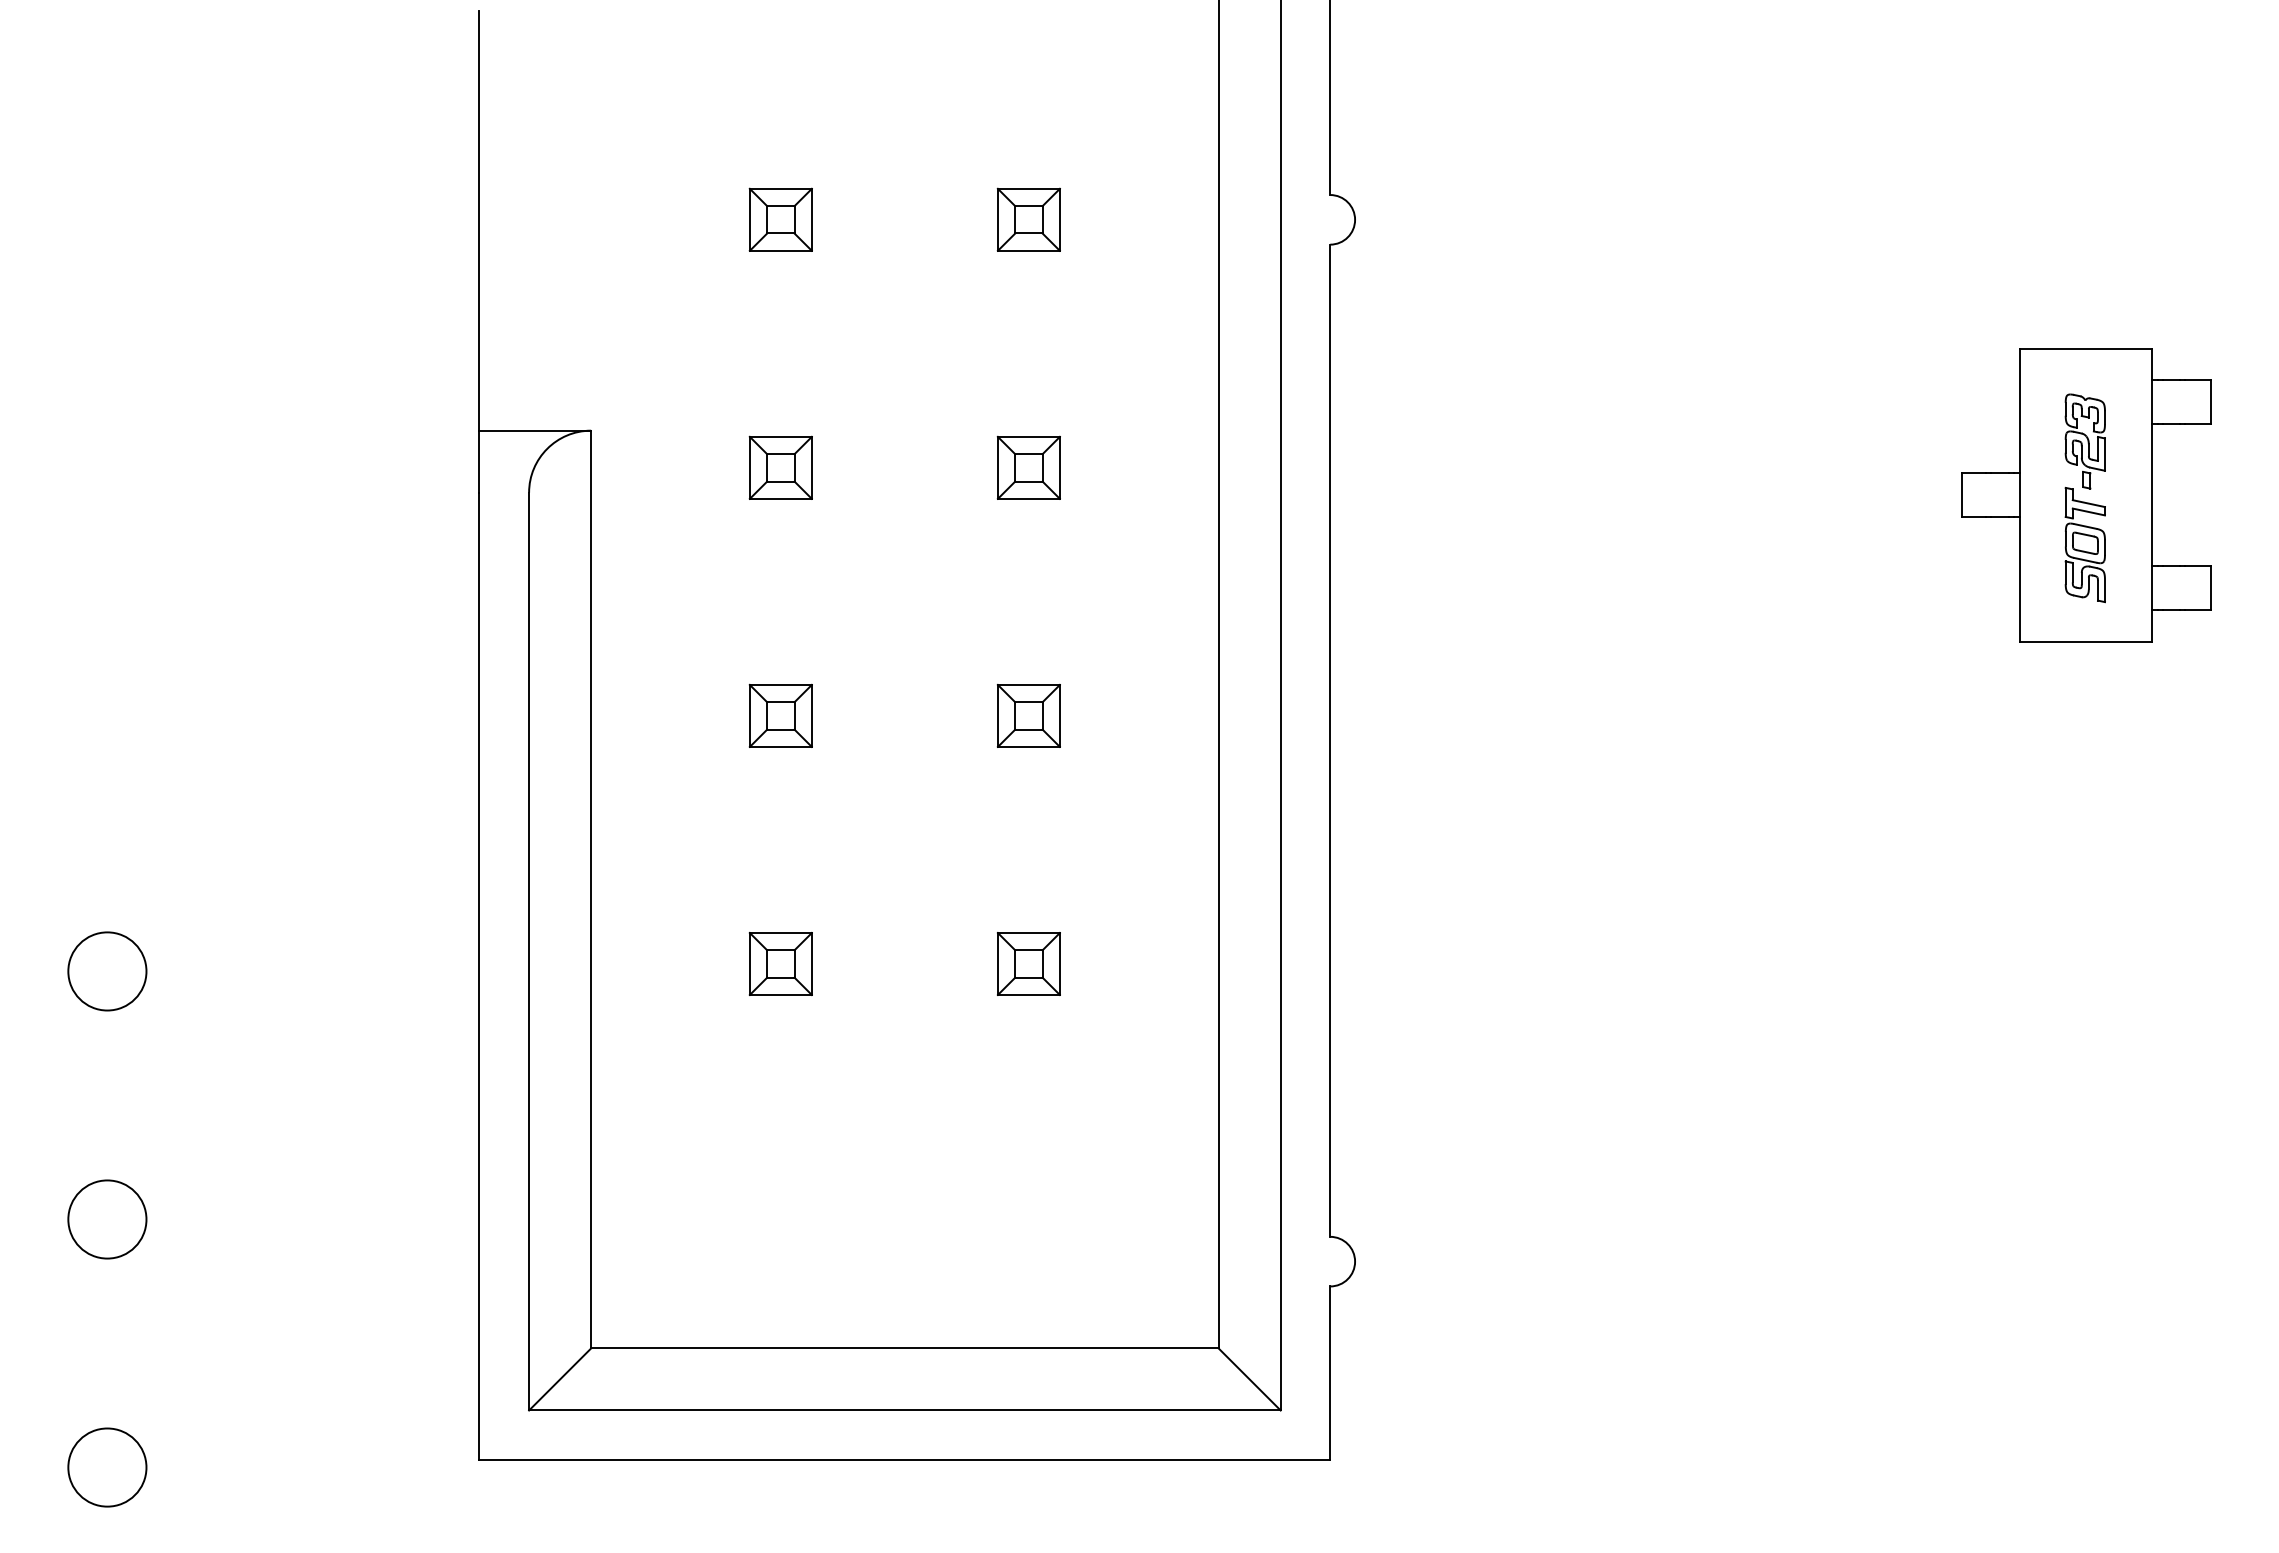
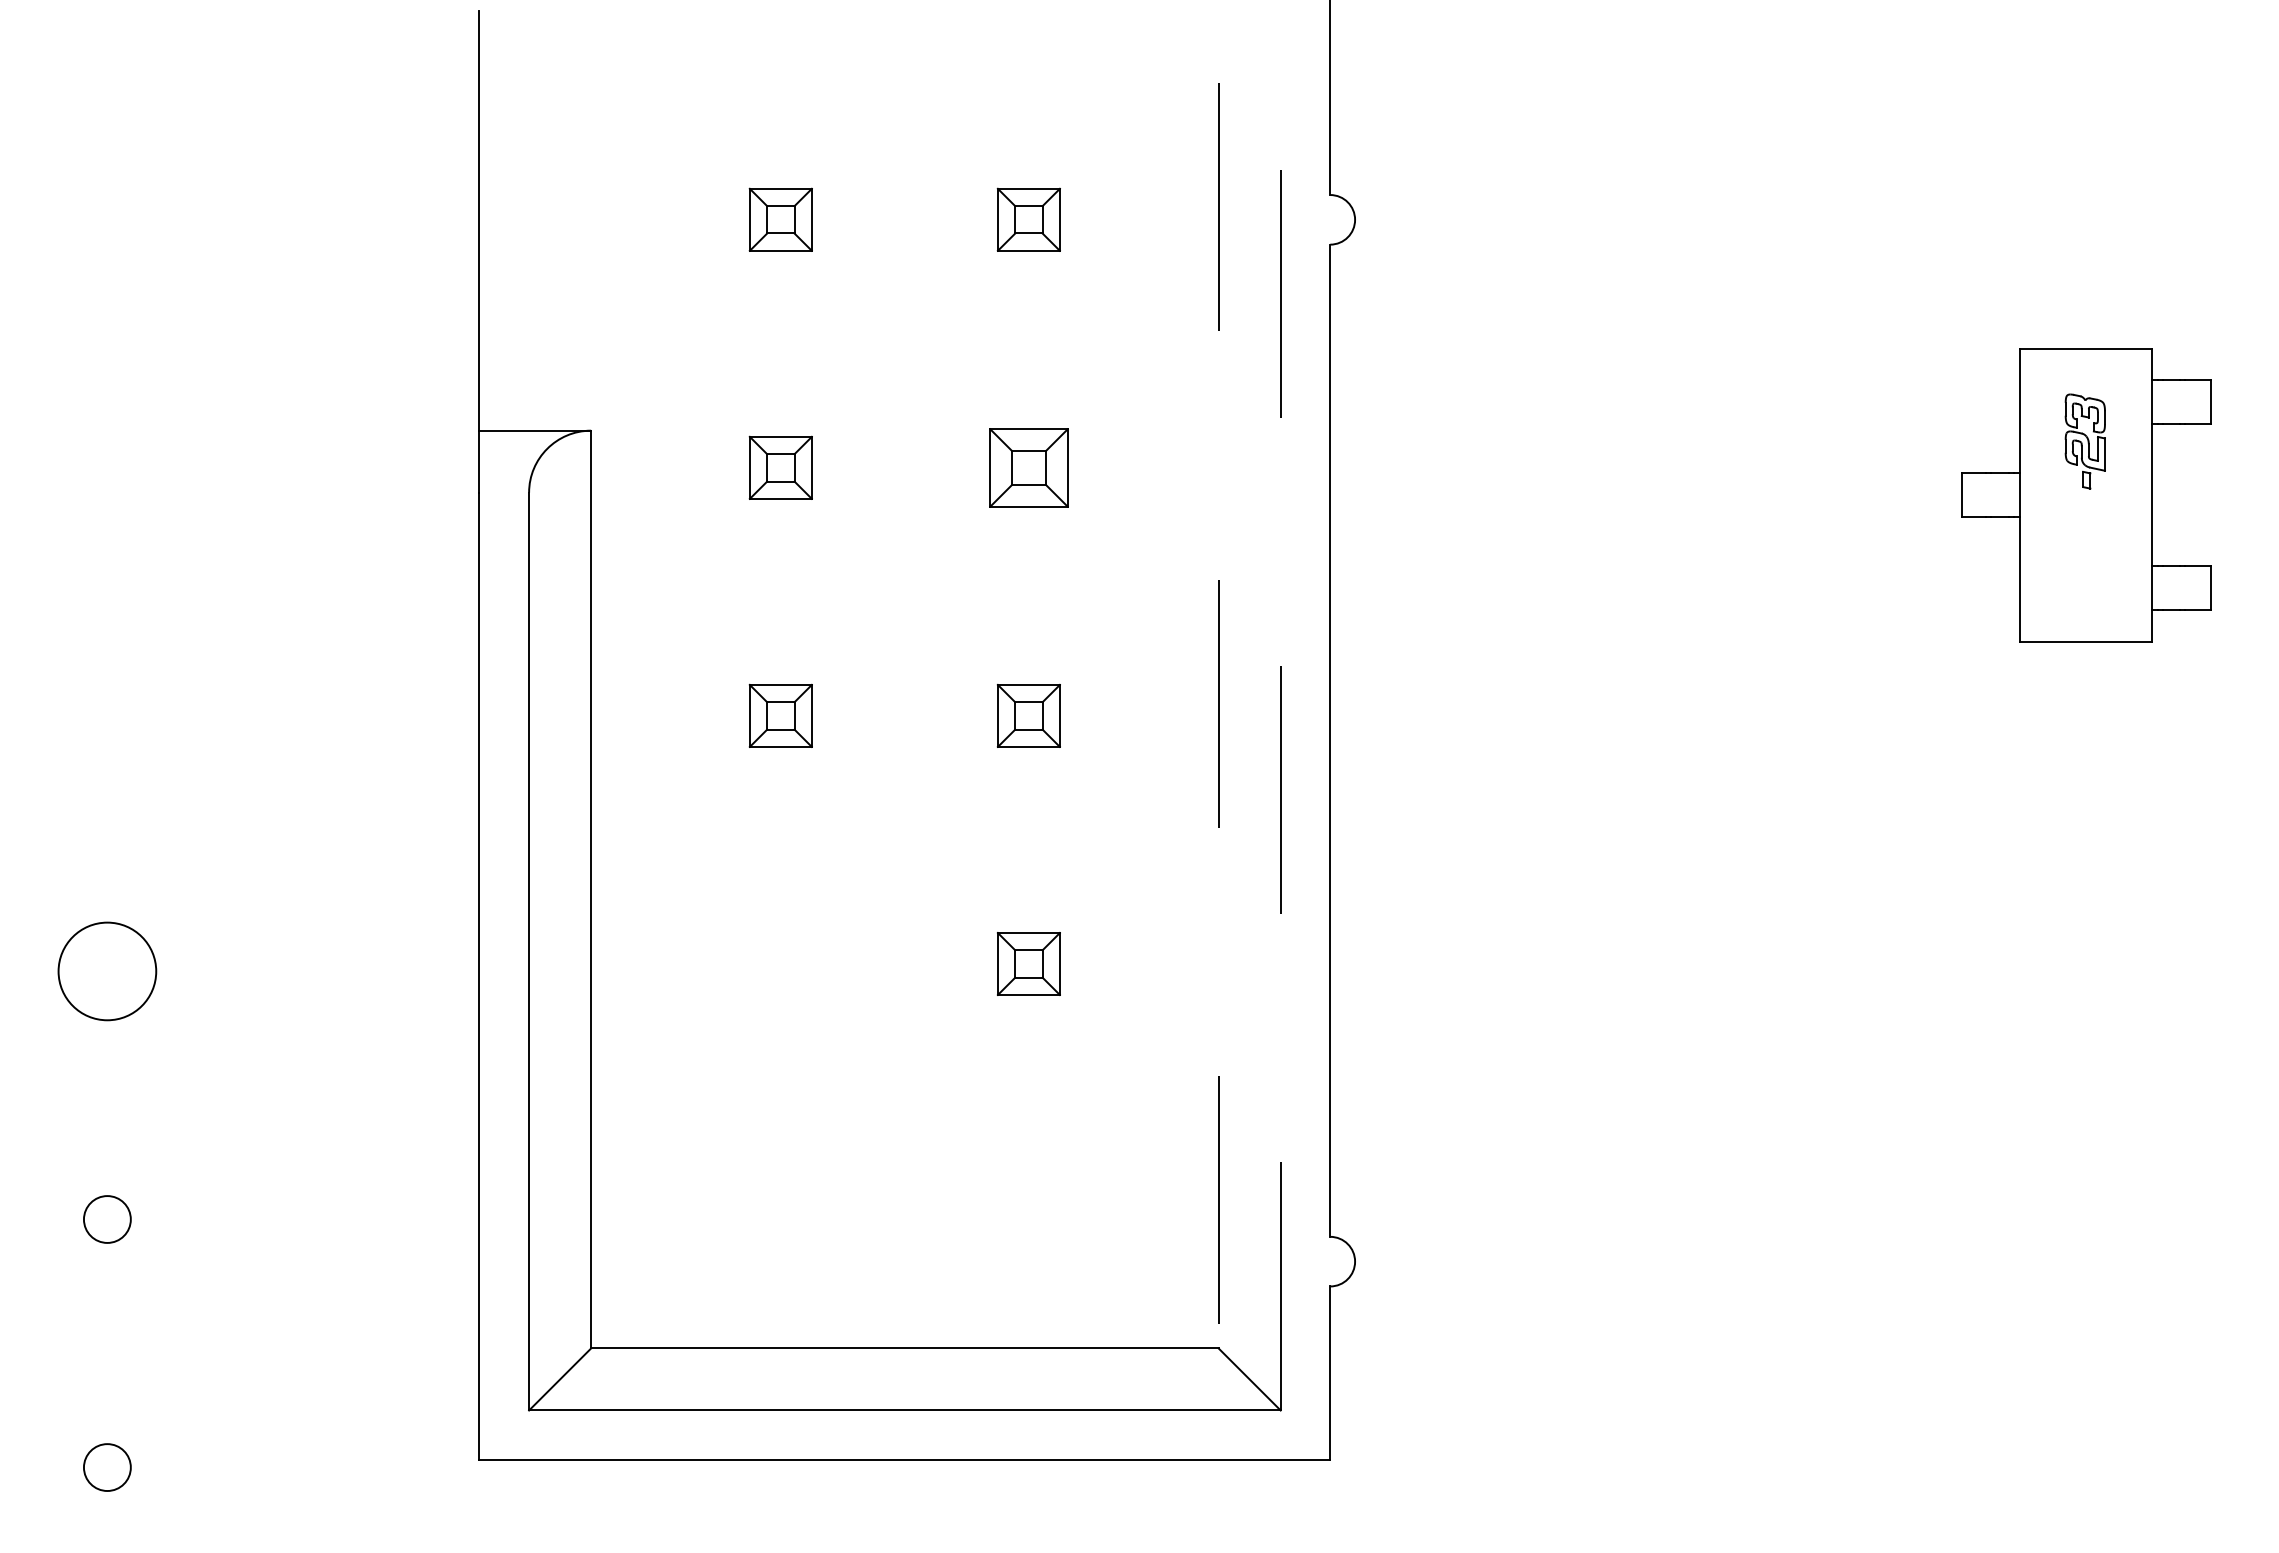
part at (1028, 467) size: 65x65 px -> 80x80 px
part at (2084, 544): present -> none
line at (1218, 674): solid -> dashed
line at (1280, 705): solid -> dashed
part at (780, 963): present -> none
circle at (107, 971) diameter: 78 px -> 98 px
circle at (107, 1219) diameter: 78 px -> 47 px
circle at (107, 1467) diameter: 78 px -> 47 px
